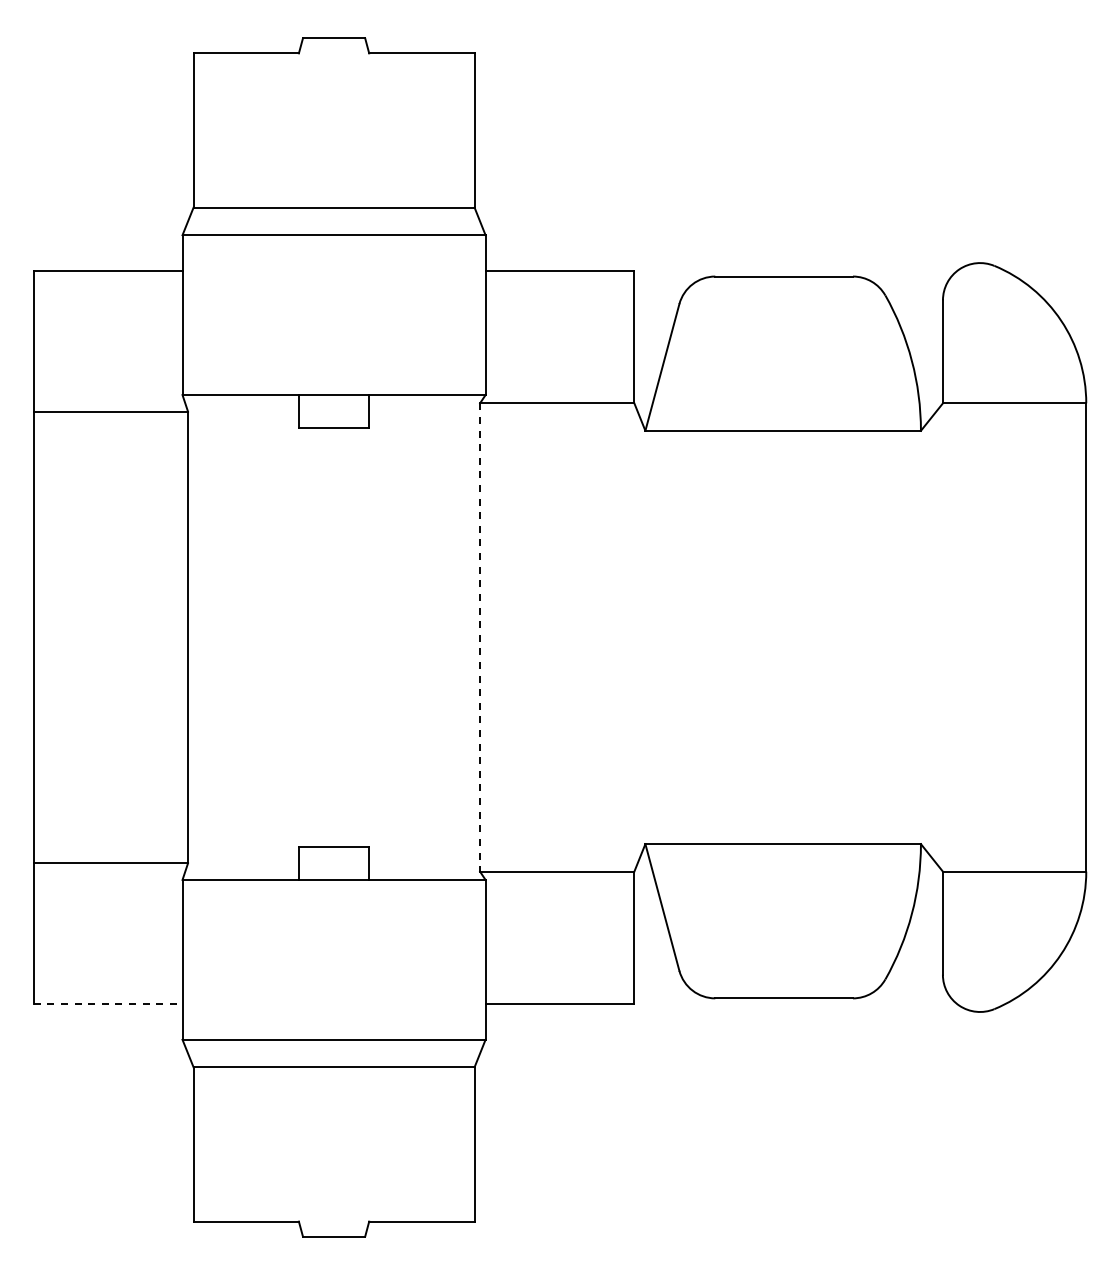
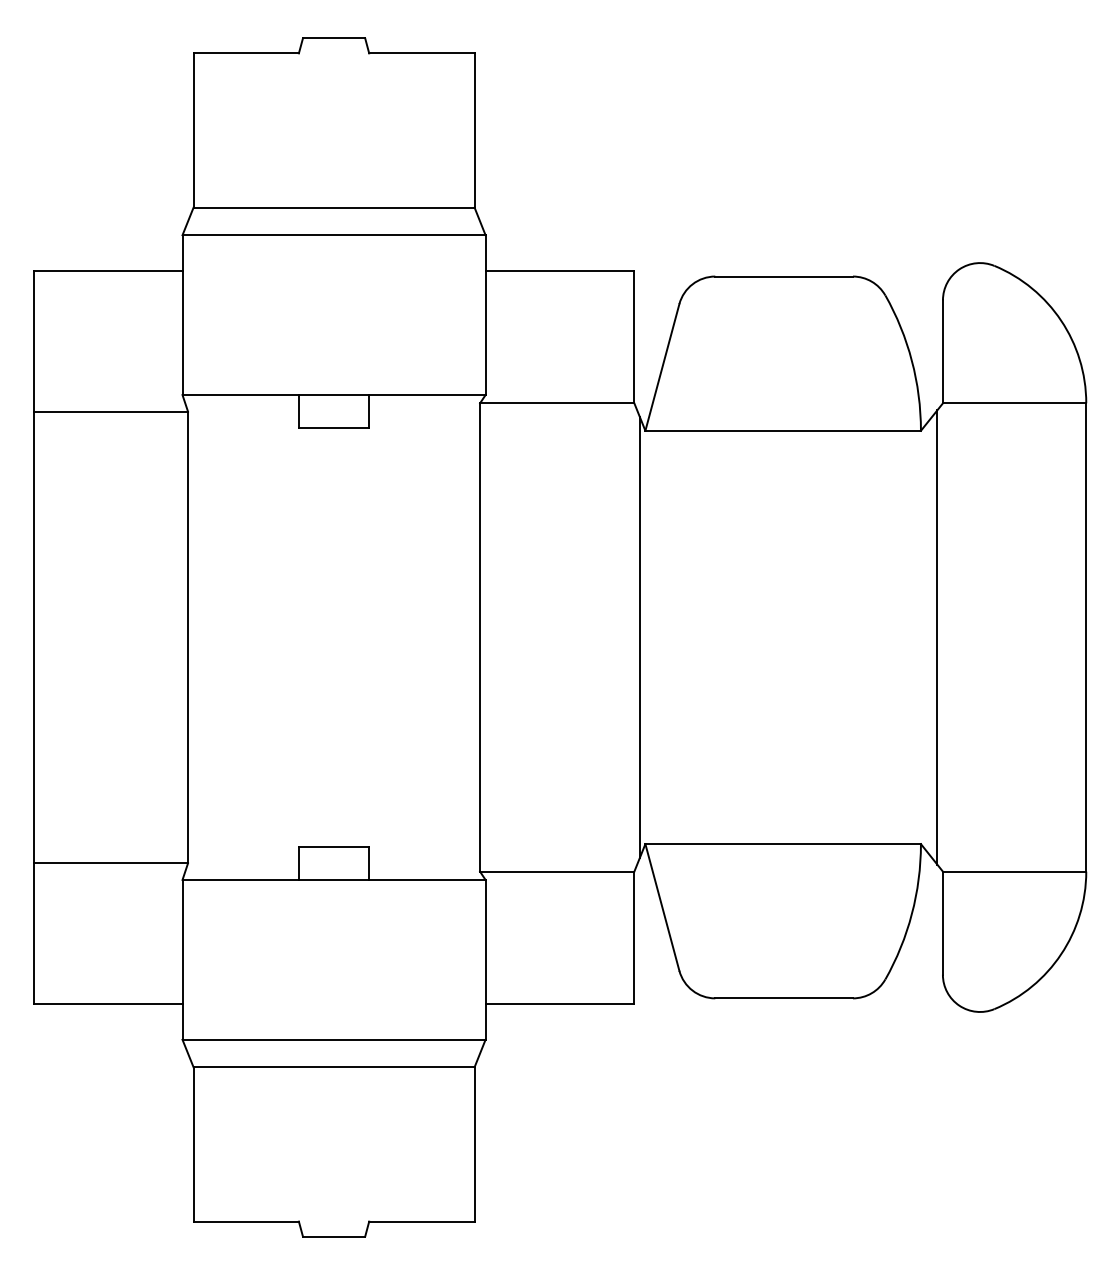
line at (639, 637): none -> present
line at (937, 637): none -> present
line at (480, 638): dashed -> solid
line at (108, 1003): dashed -> solid
